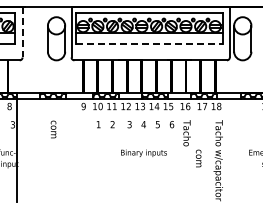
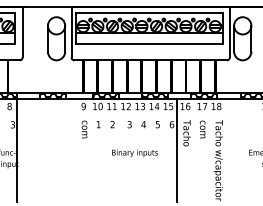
line at (22, 32): dashed -> solid
line at (149, 44): dashed -> solid
text at (53, 129) position: (53, 129) -> (84, 129)
line at (177, 150): none -> present
text at (143, 152) position: (143, 152) -> (134, 152)
text at (198, 158) position: (198, 158) -> (202, 129)
